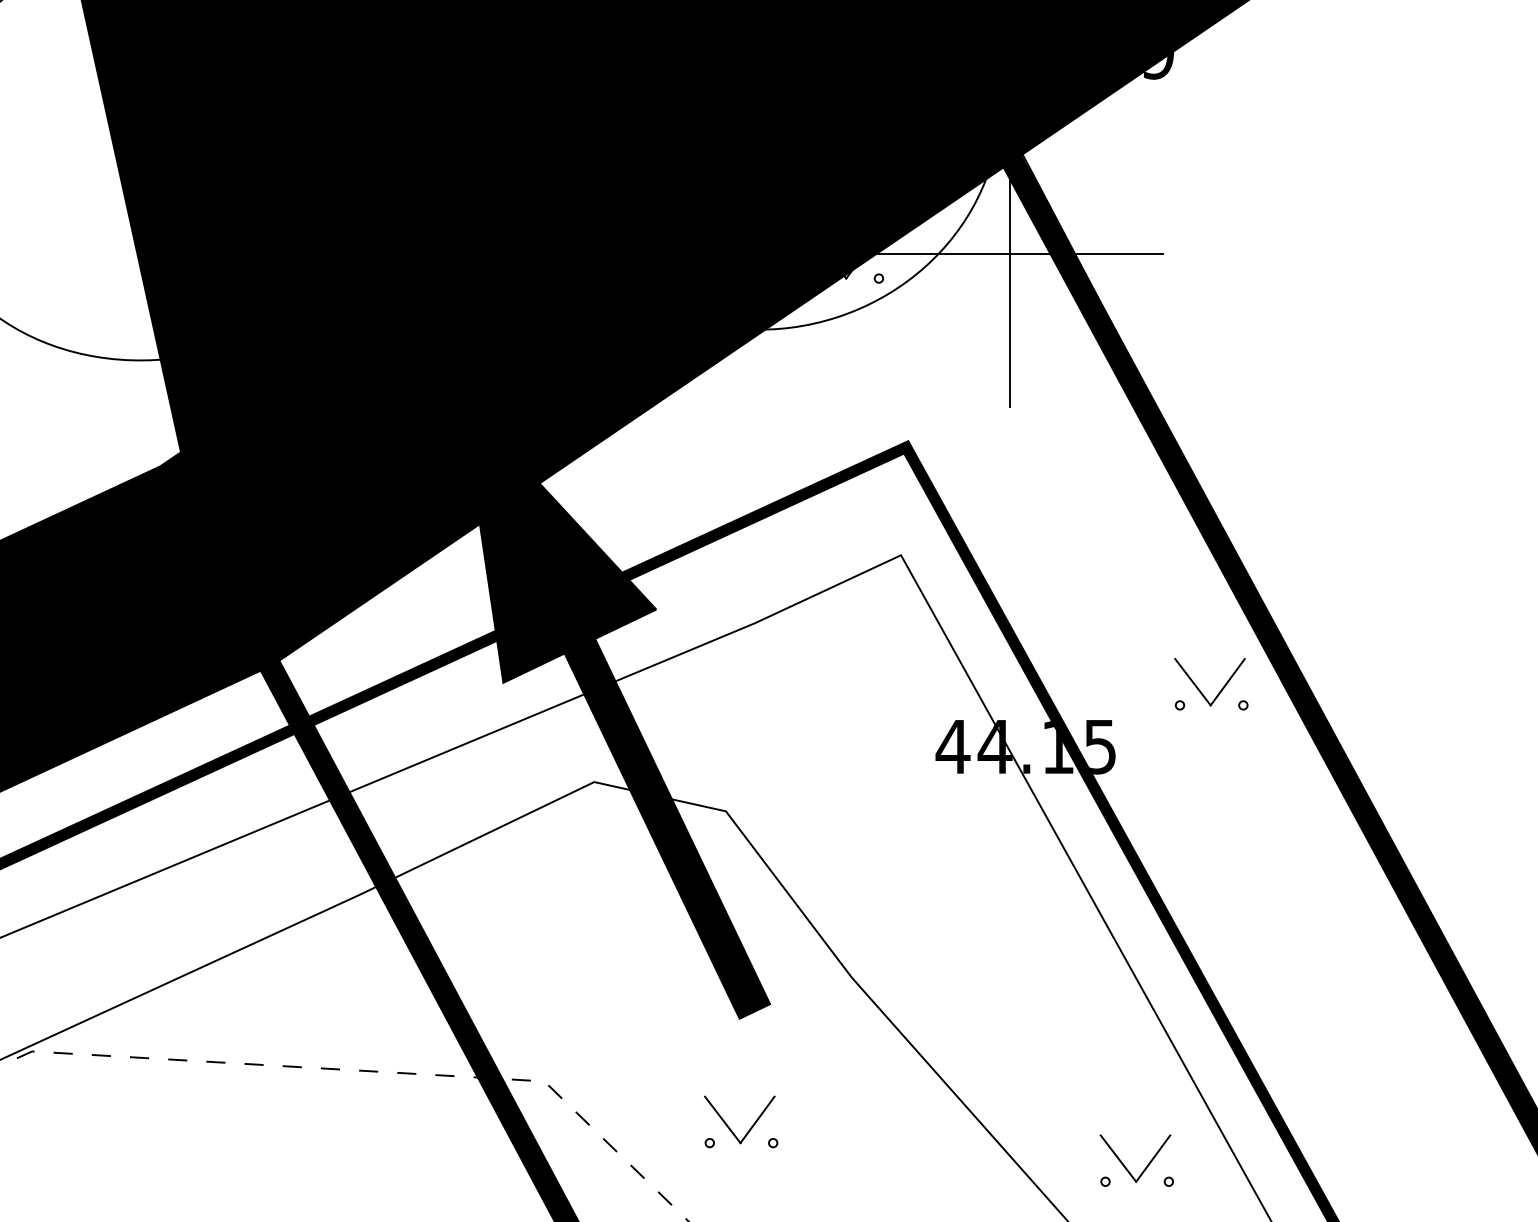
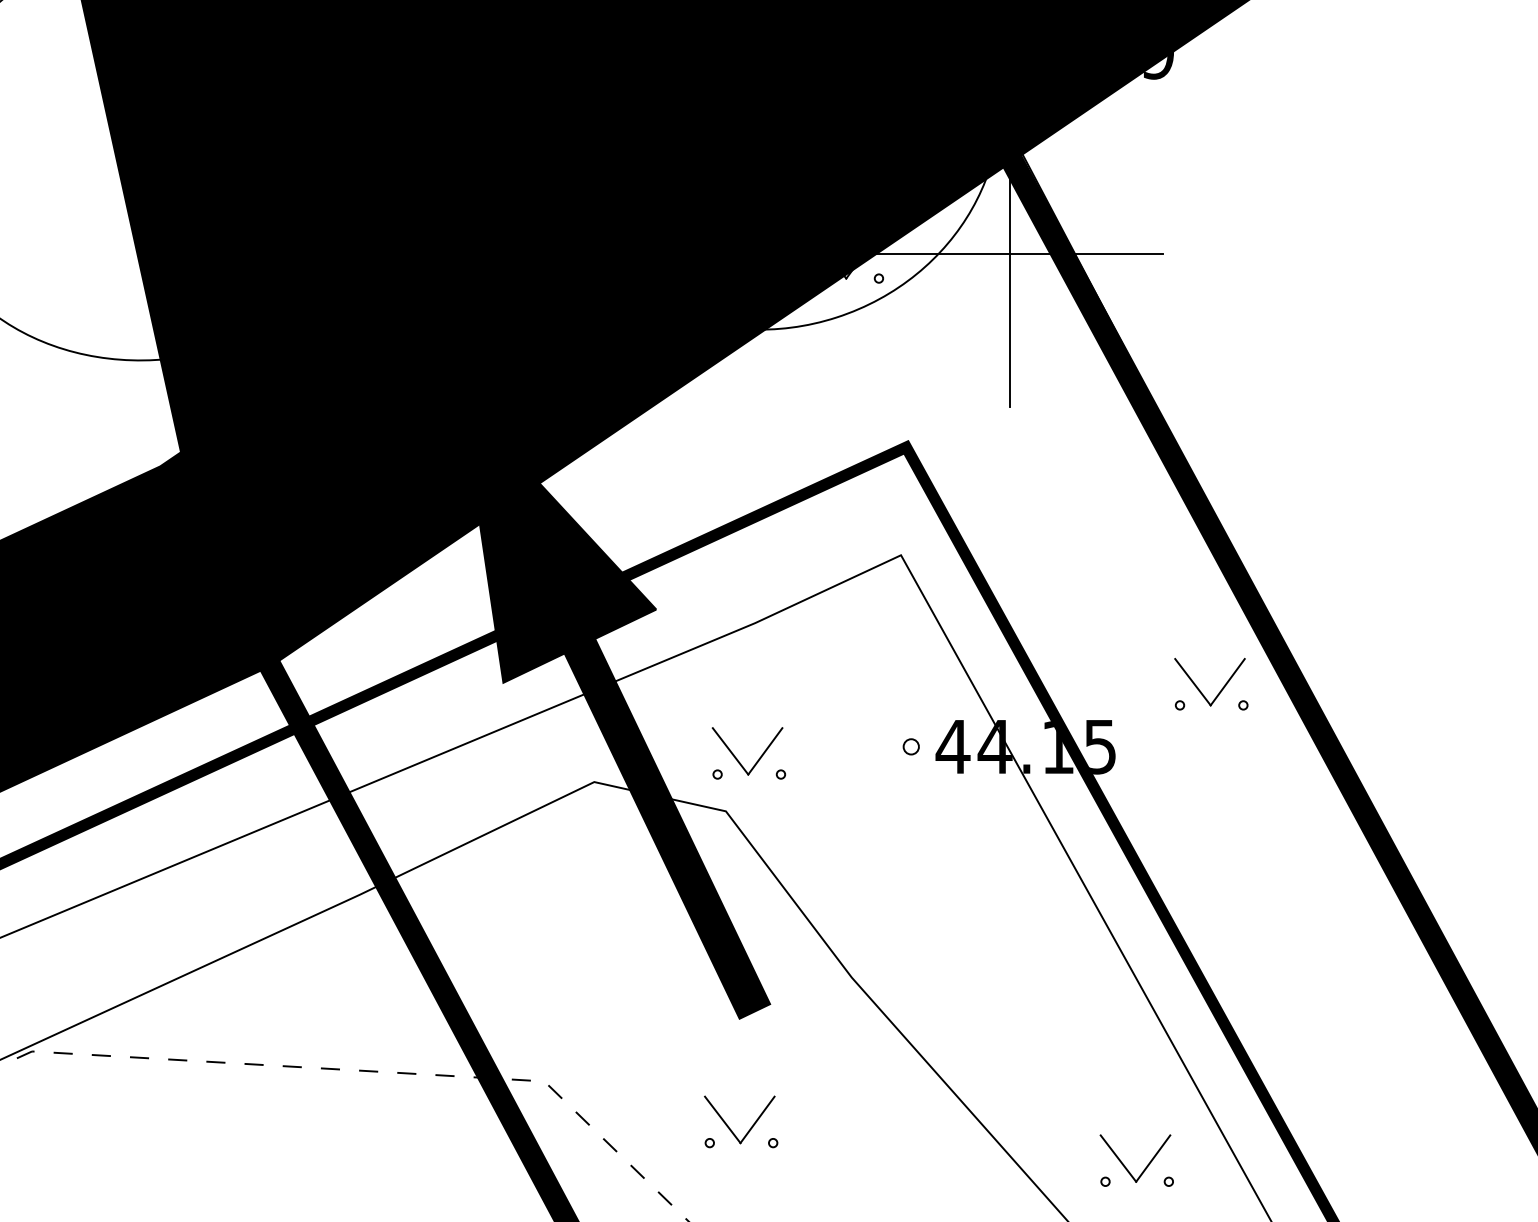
part at (910, 746): none -> present
part at (758, 758): none -> present
